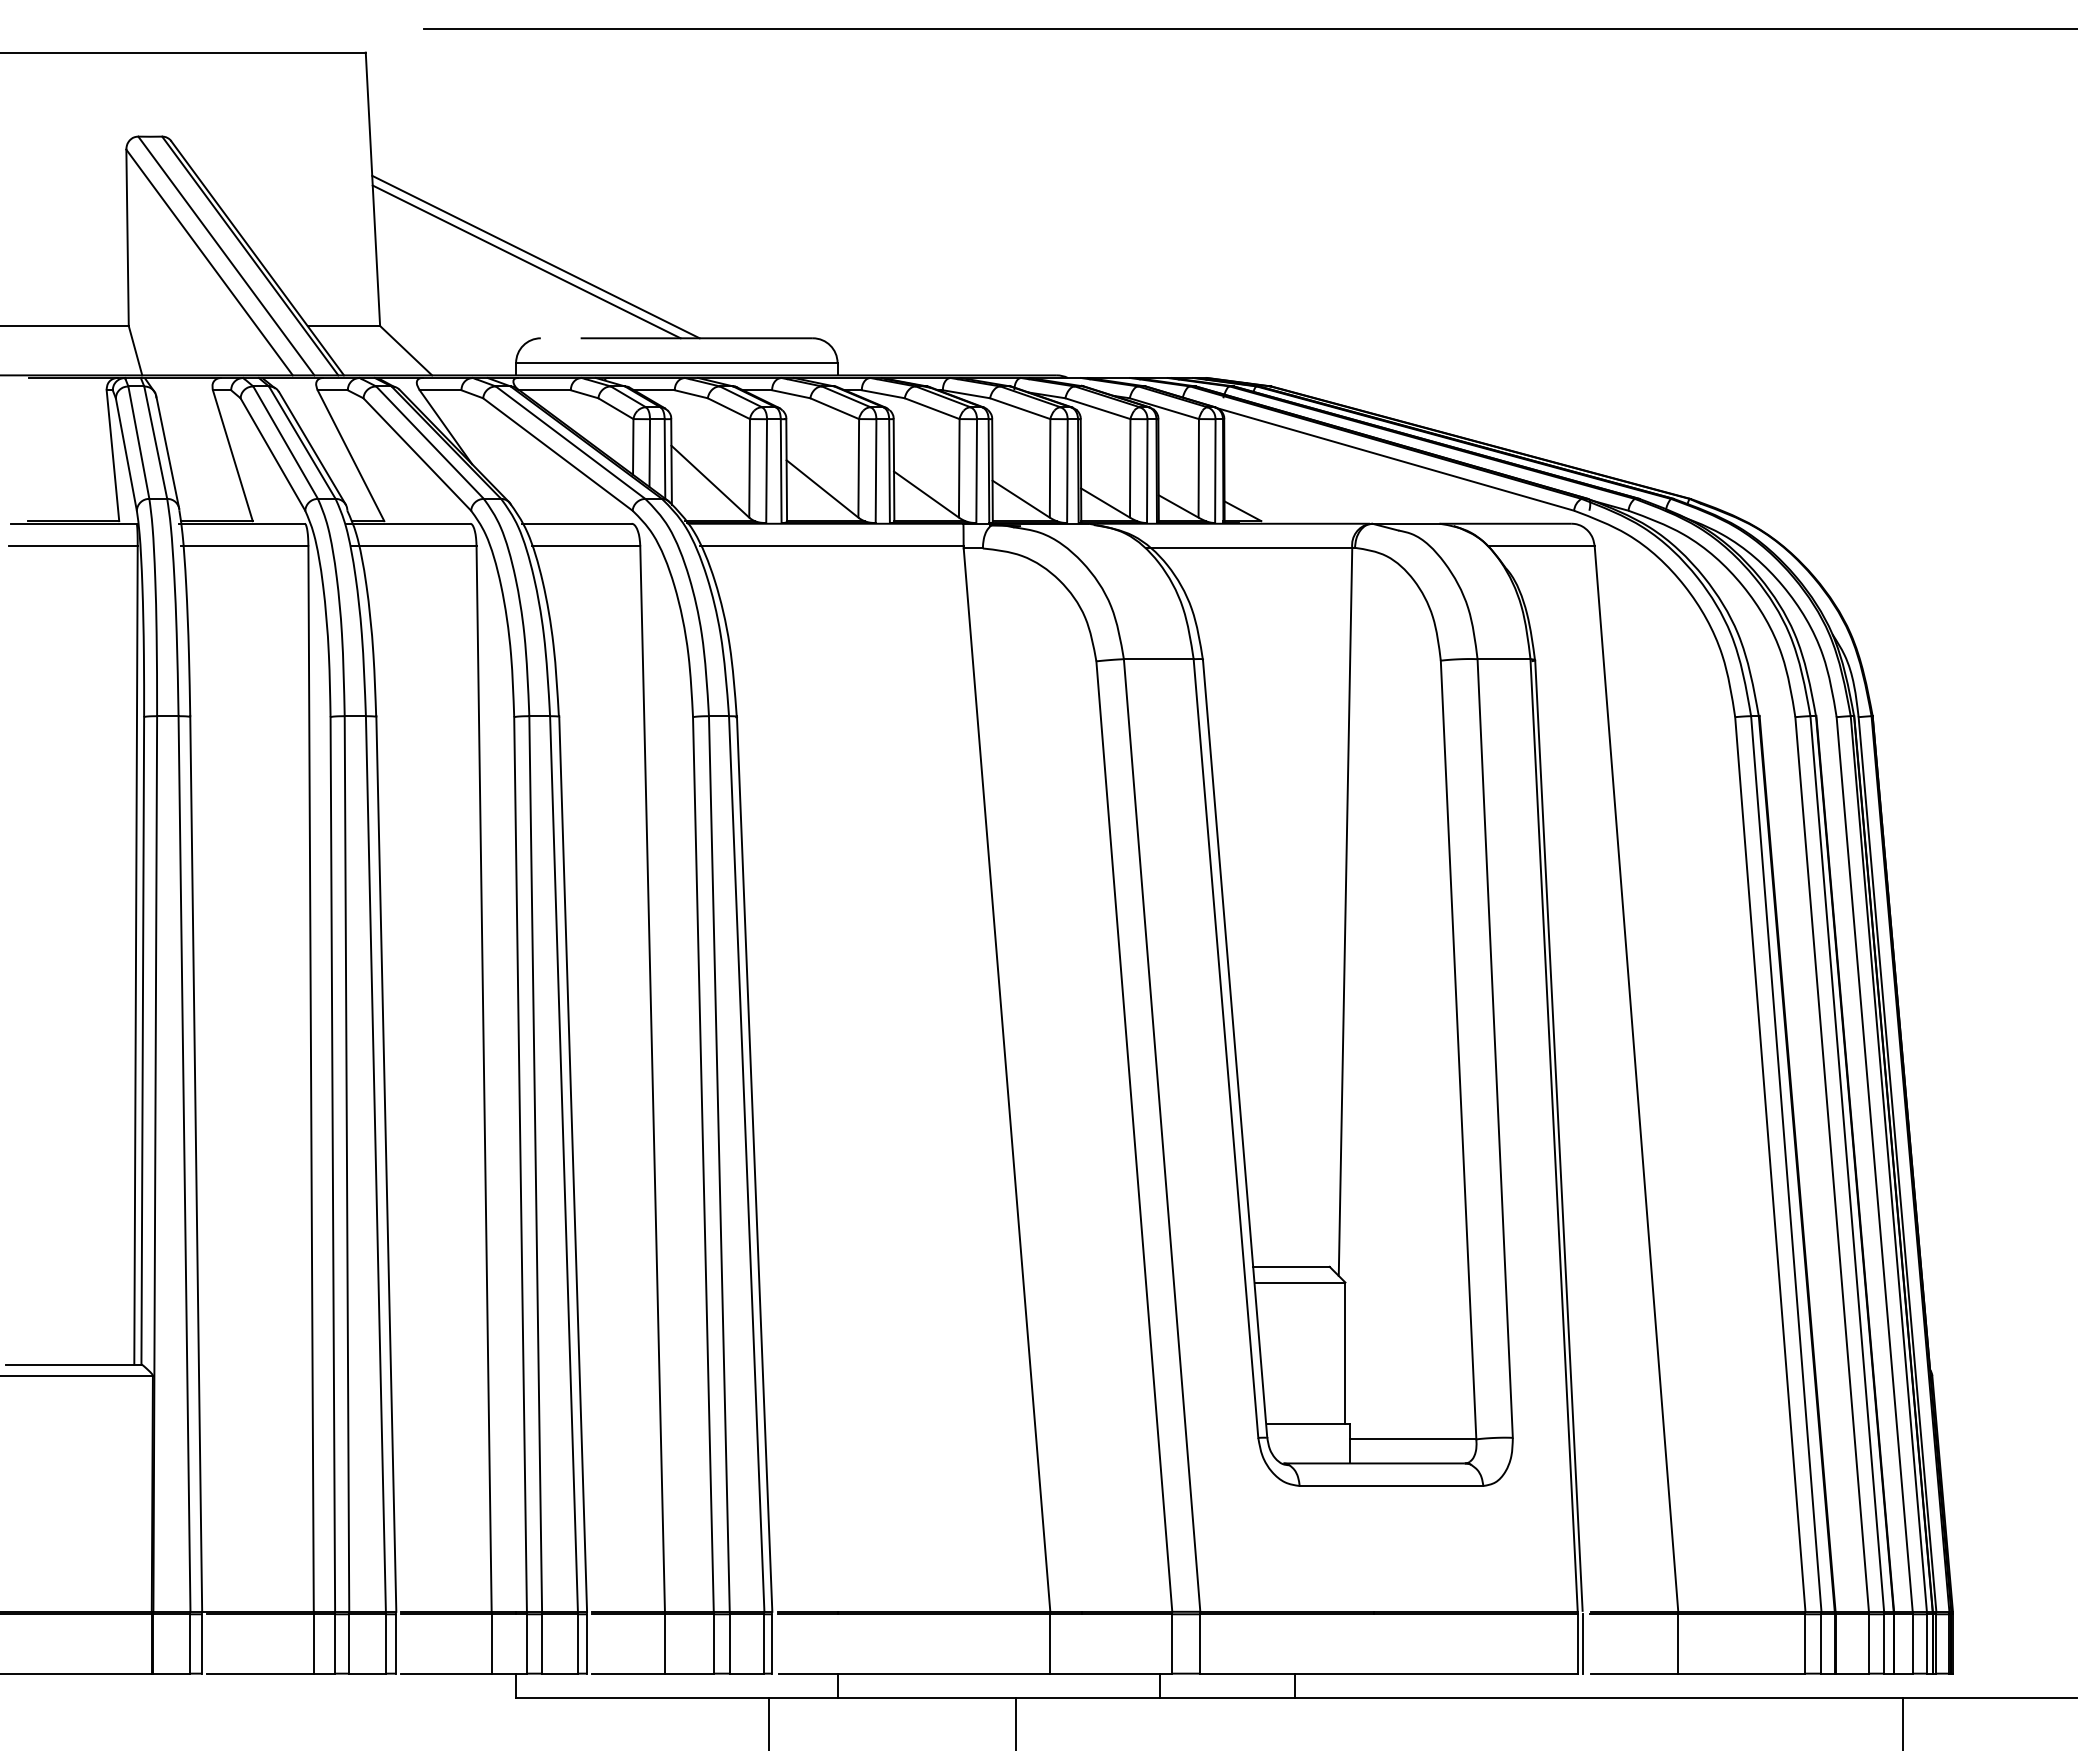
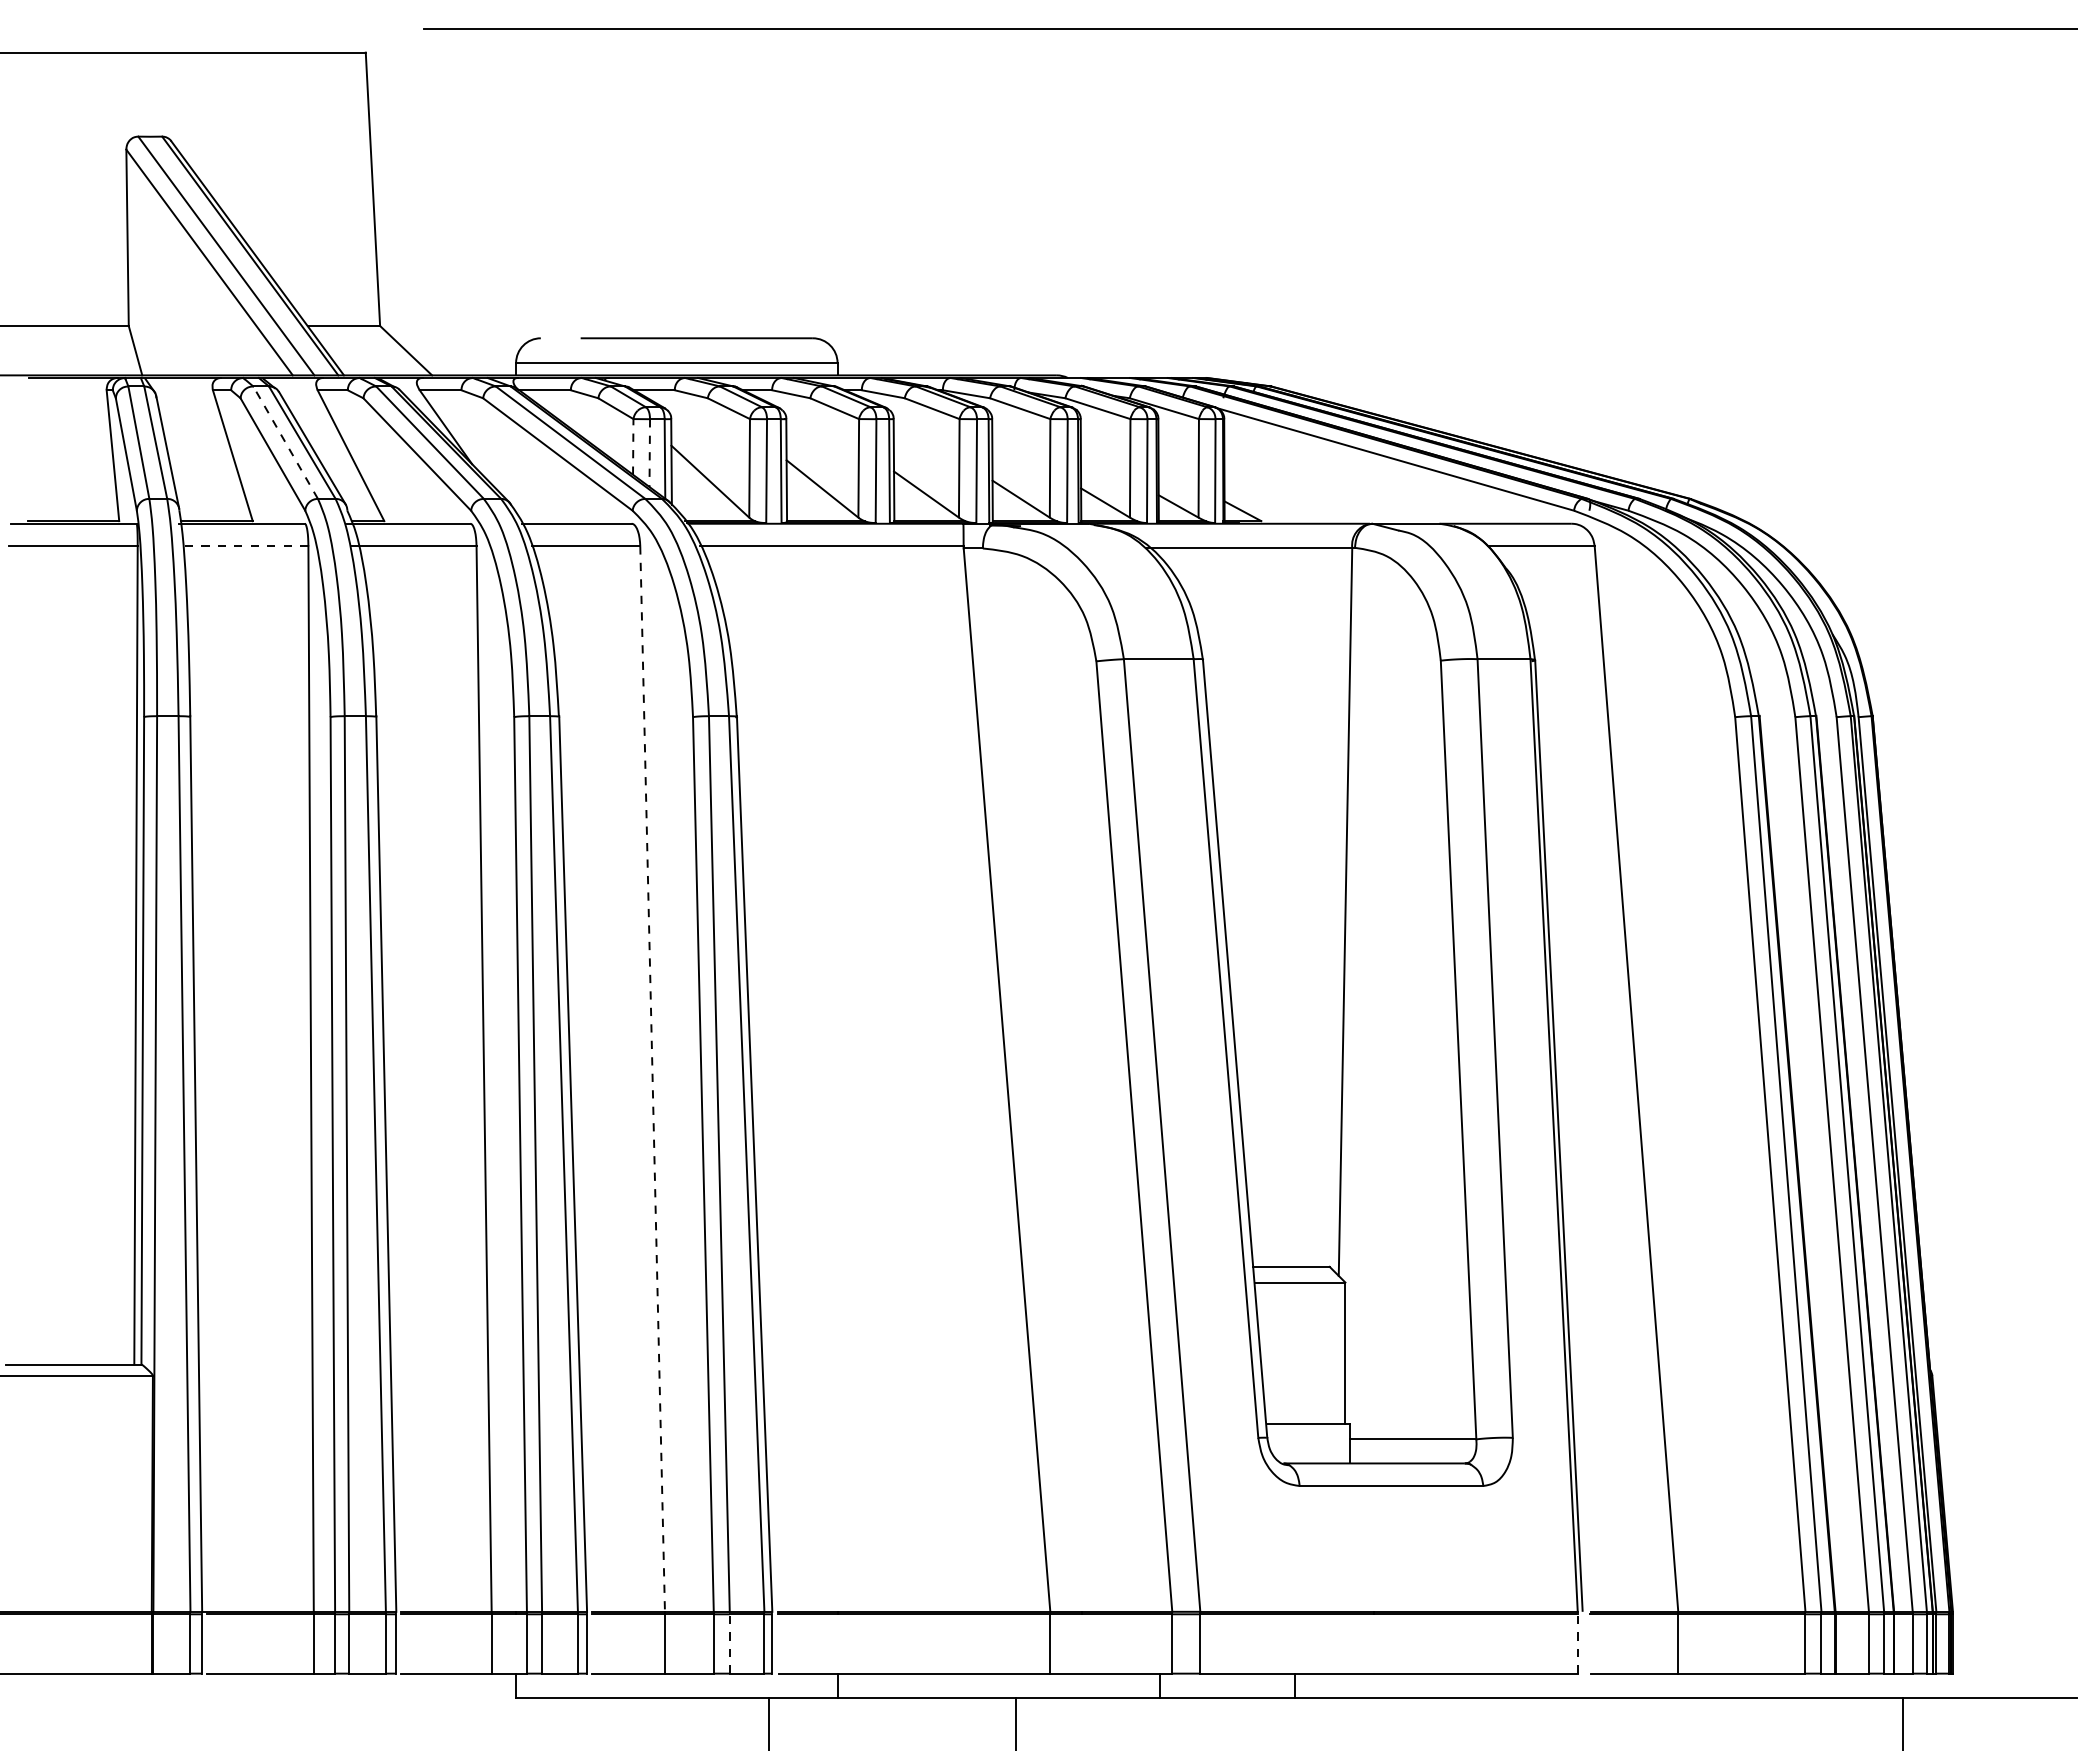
line at (535, 256): present -> none
line at (526, 261): present -> none
line at (285, 442): solid -> dashed
line at (633, 446): solid -> dashed
line at (649, 453): solid -> dashed
line at (244, 546): solid -> dashed
line at (652, 1079): solid -> dashed
line at (729, 1643): solid -> dashed
line at (1577, 1643): solid -> dashed
line at (1582, 1643): present -> none
